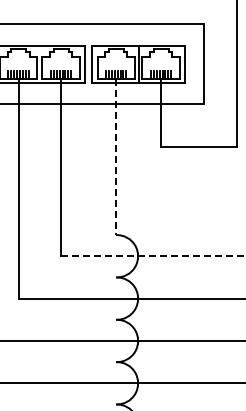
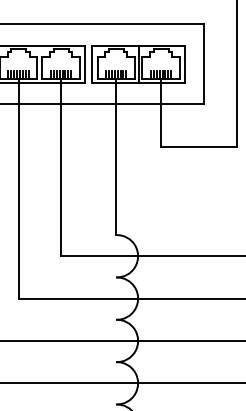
line at (116, 157): dashed -> solid
line at (153, 256): dashed -> solid
